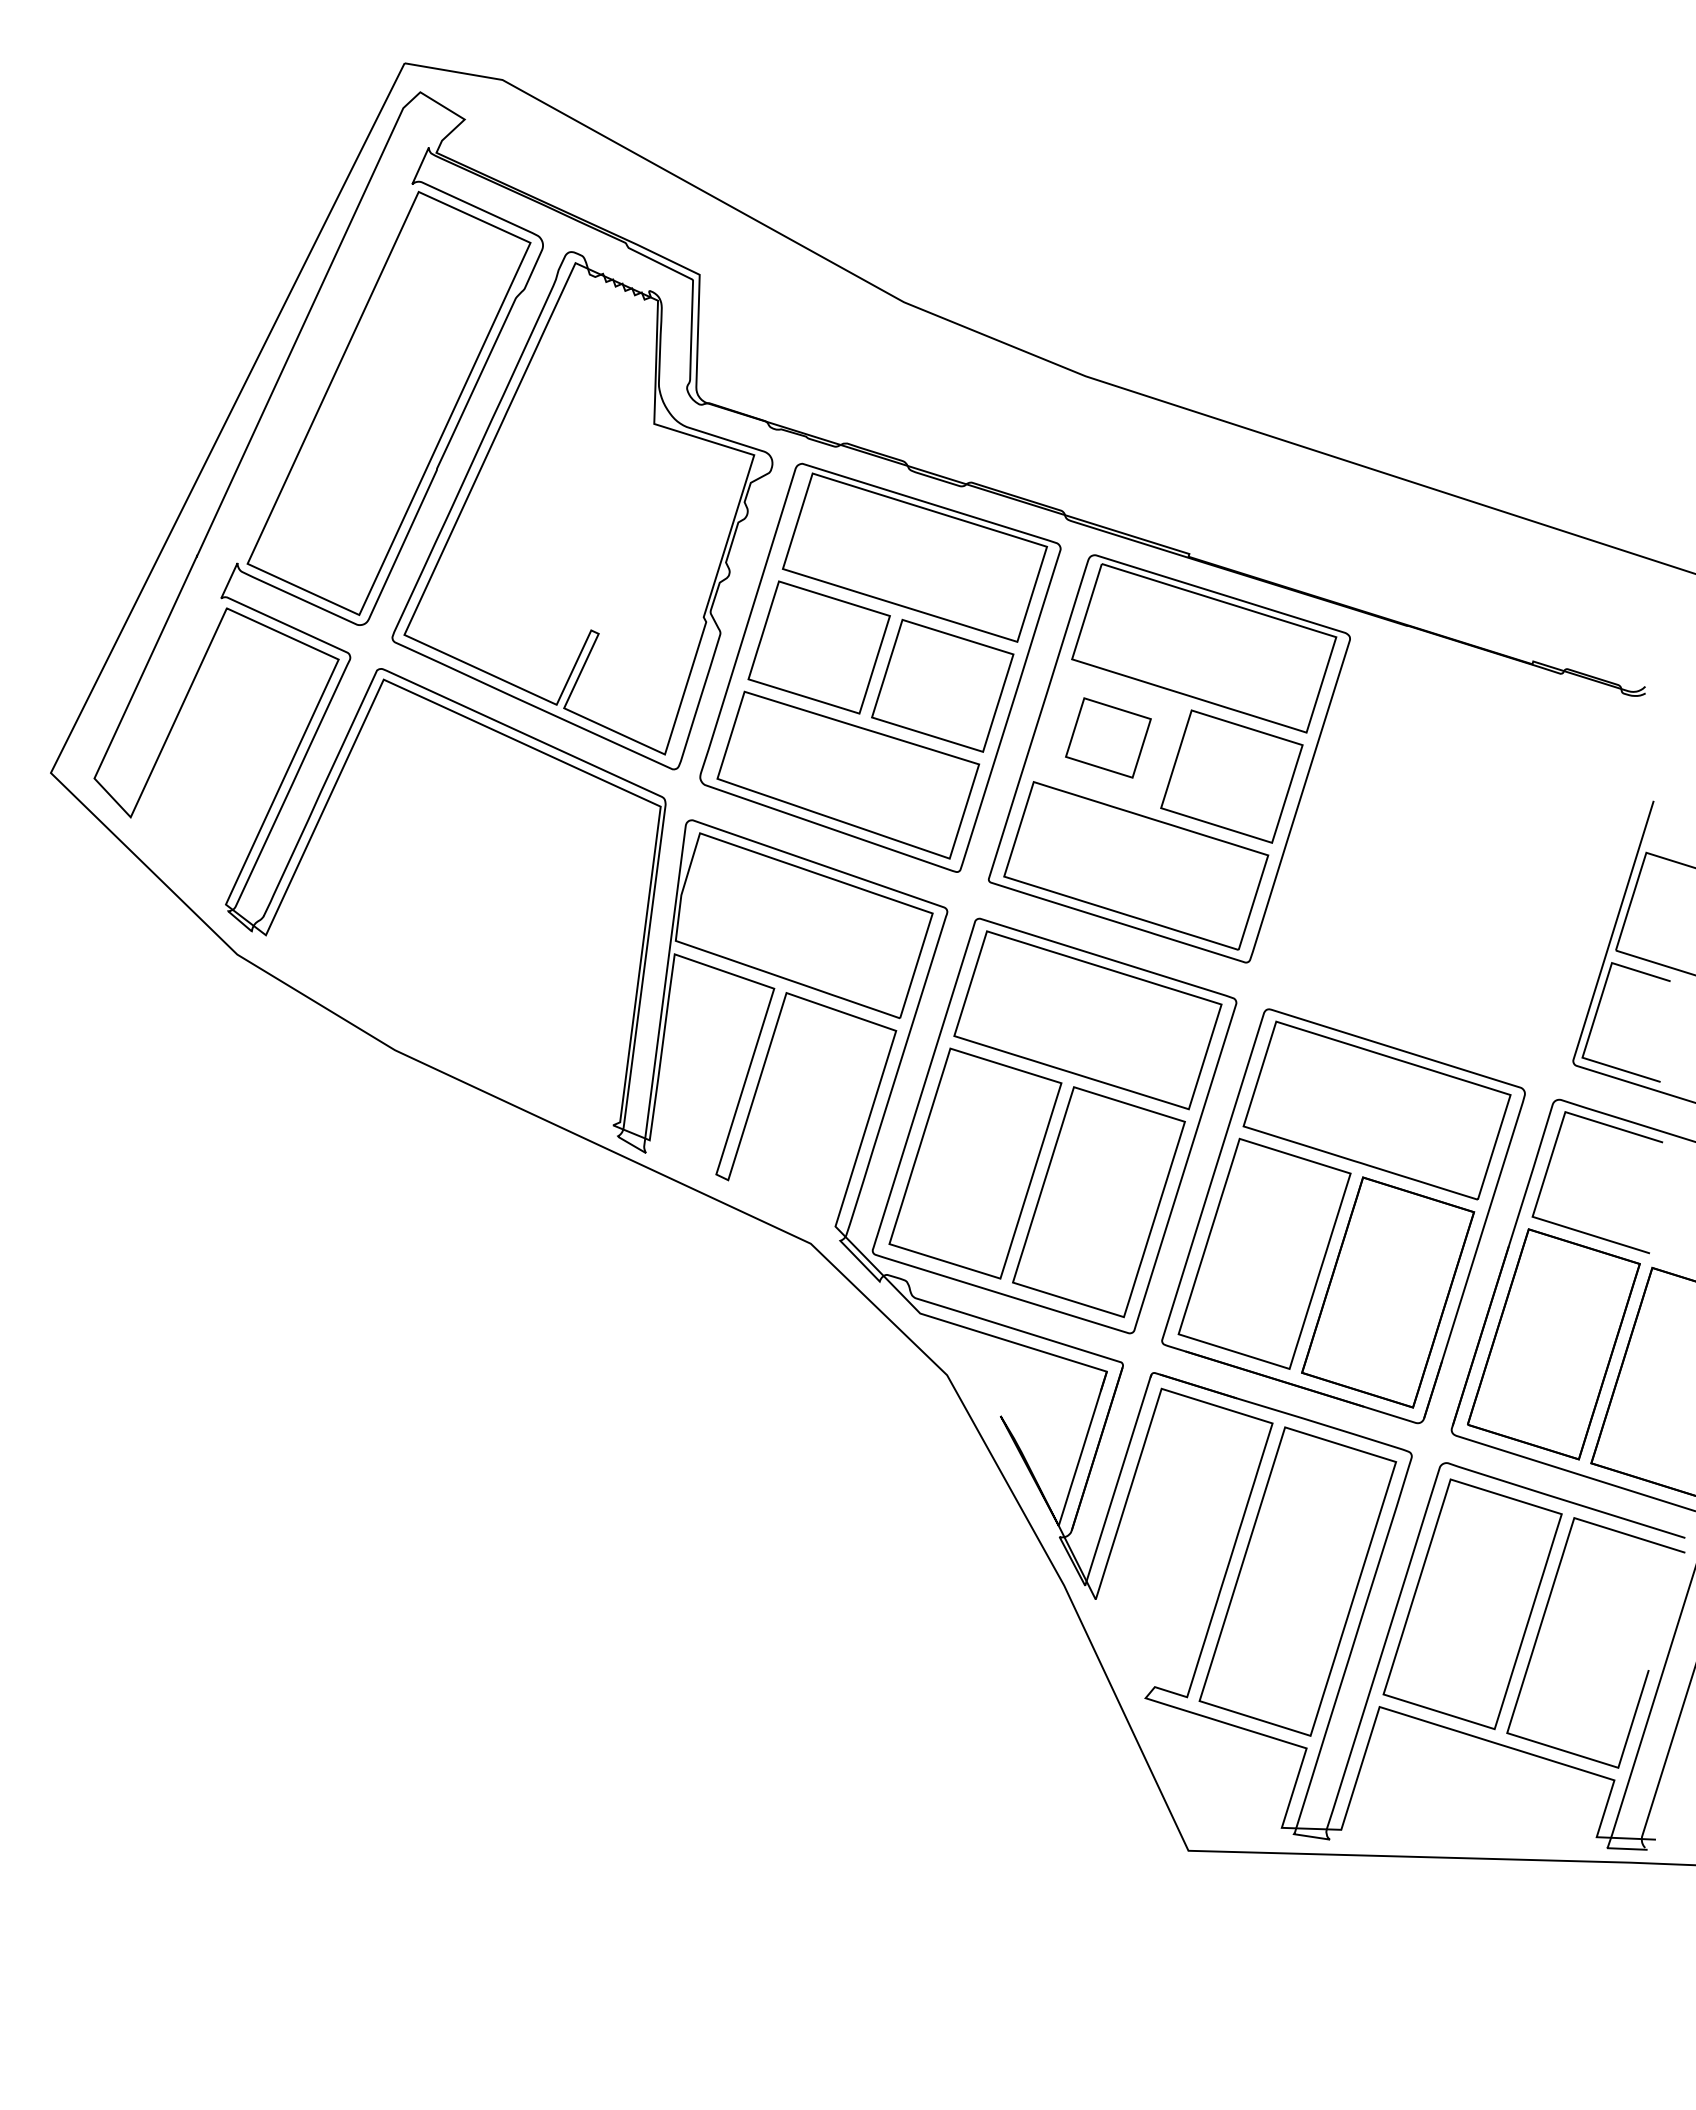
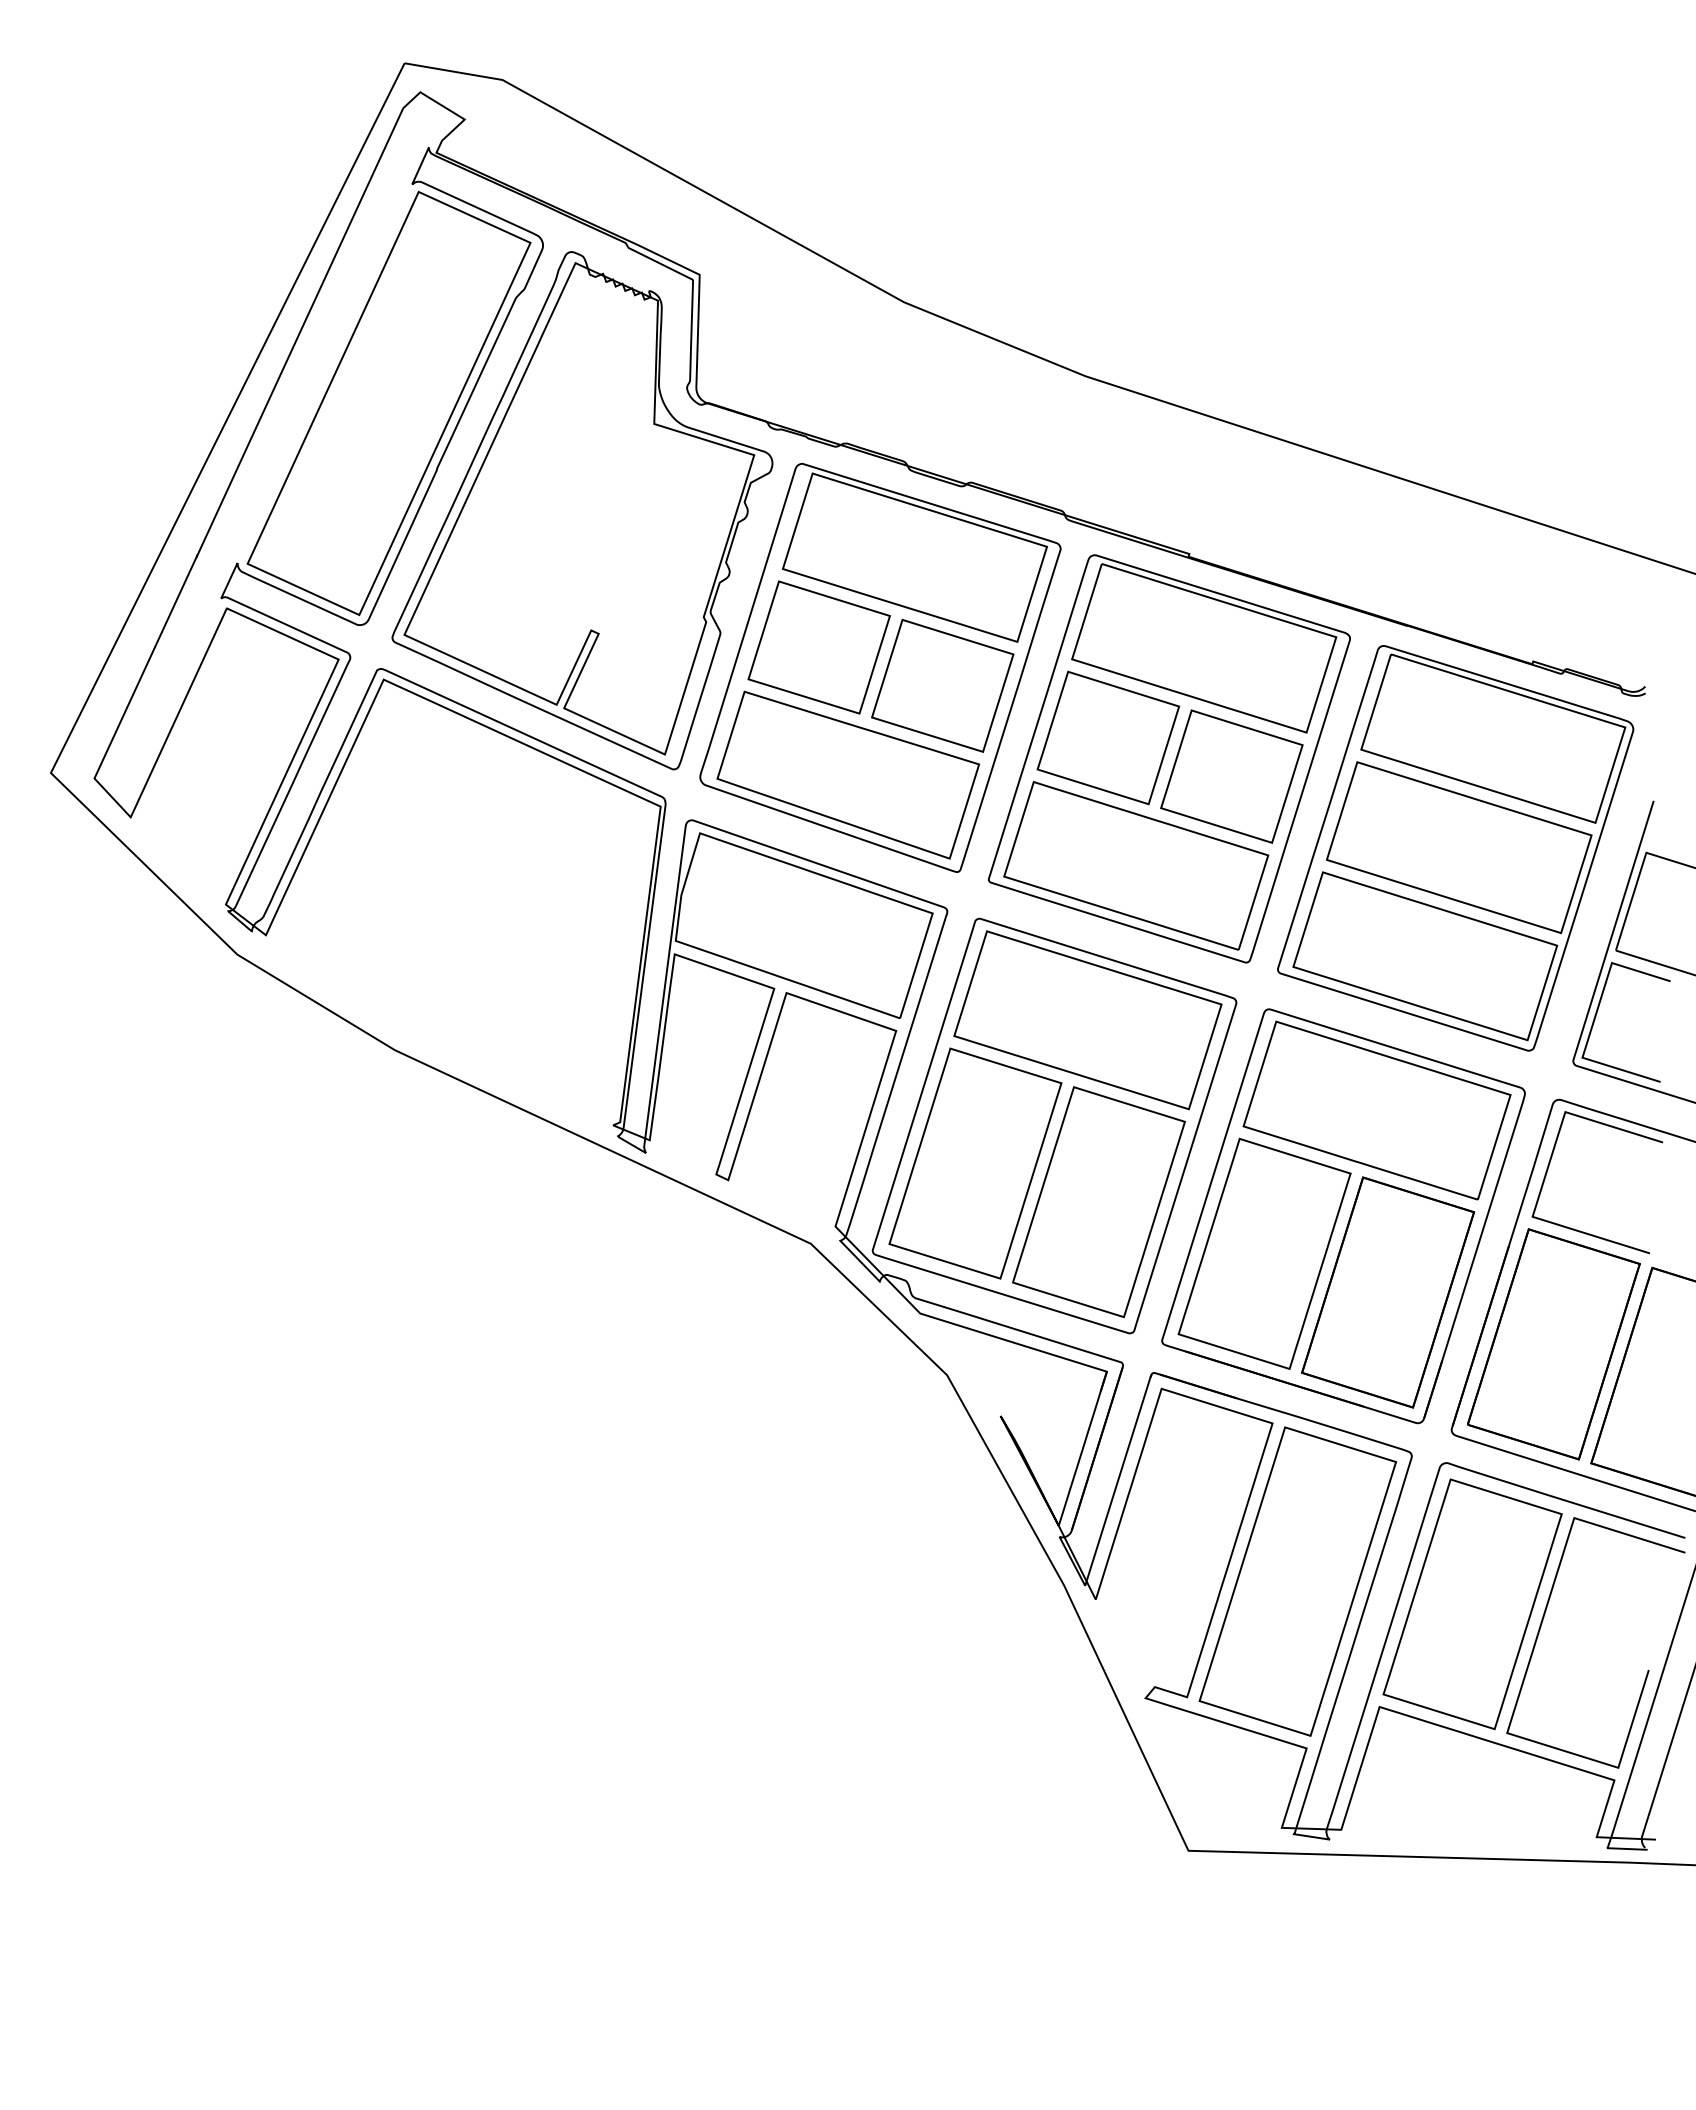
part at (1108, 737) size: 87x82 px -> 145x136 px
part at (1455, 848): none -> present
